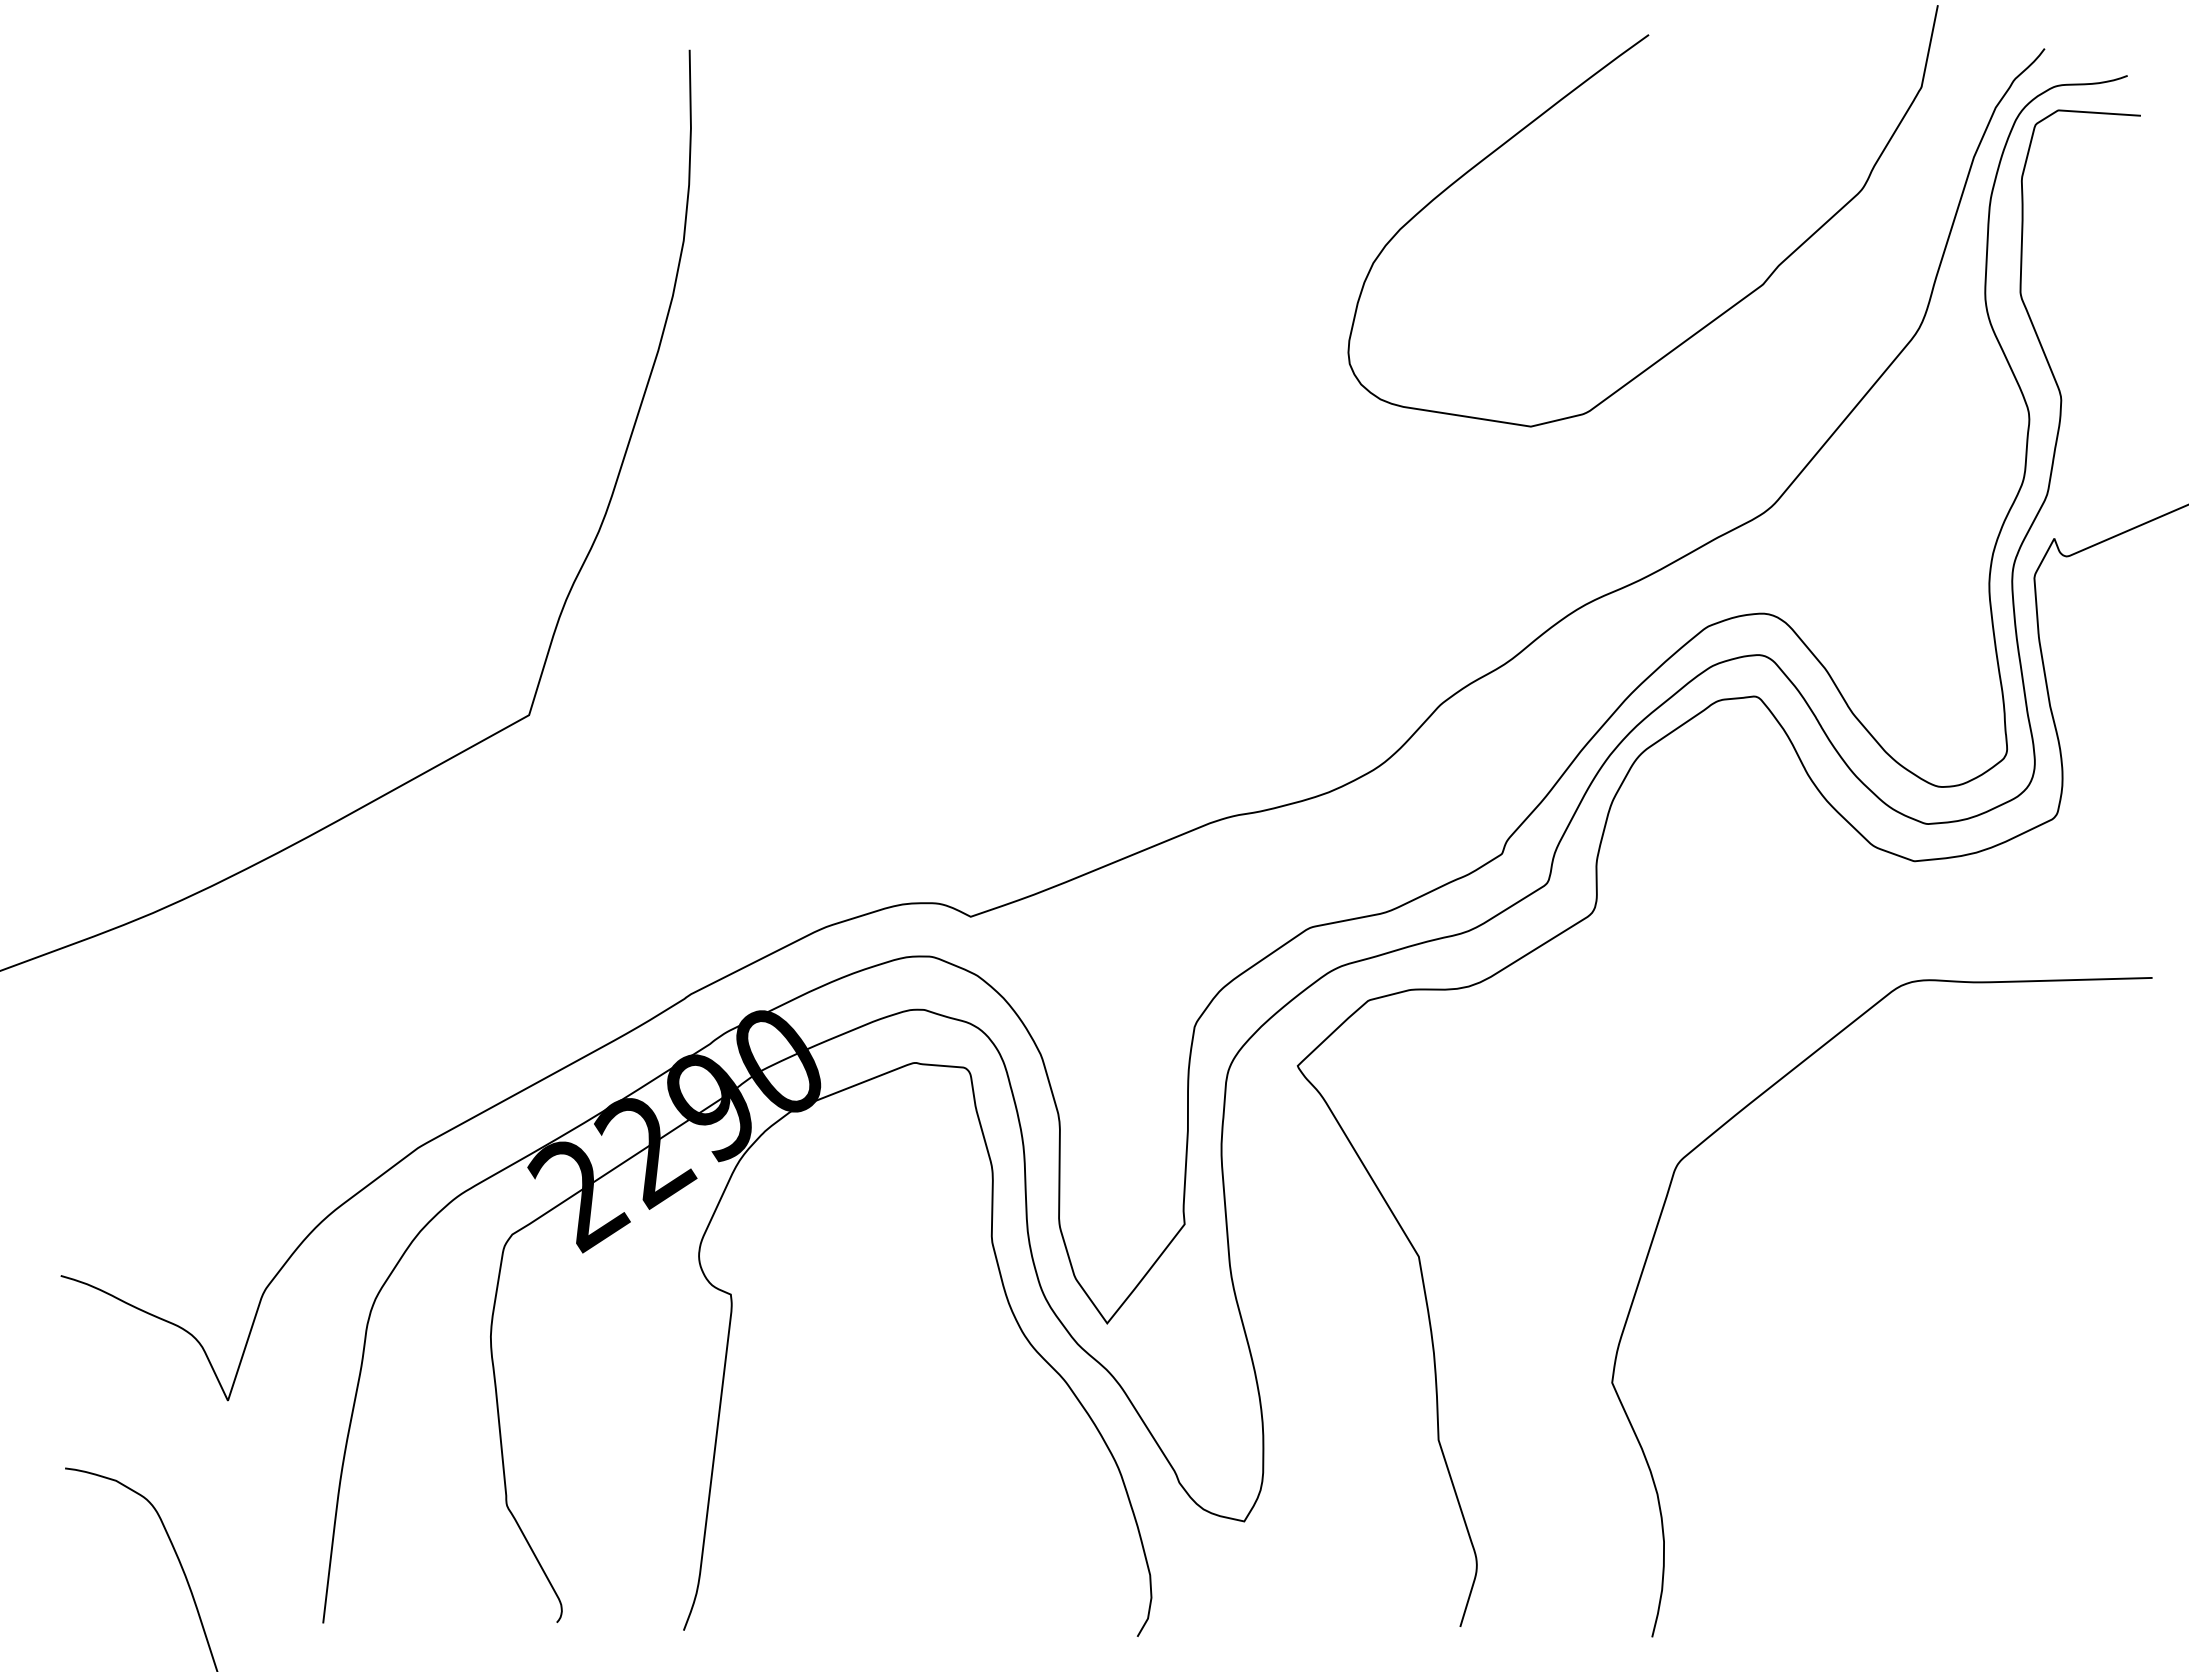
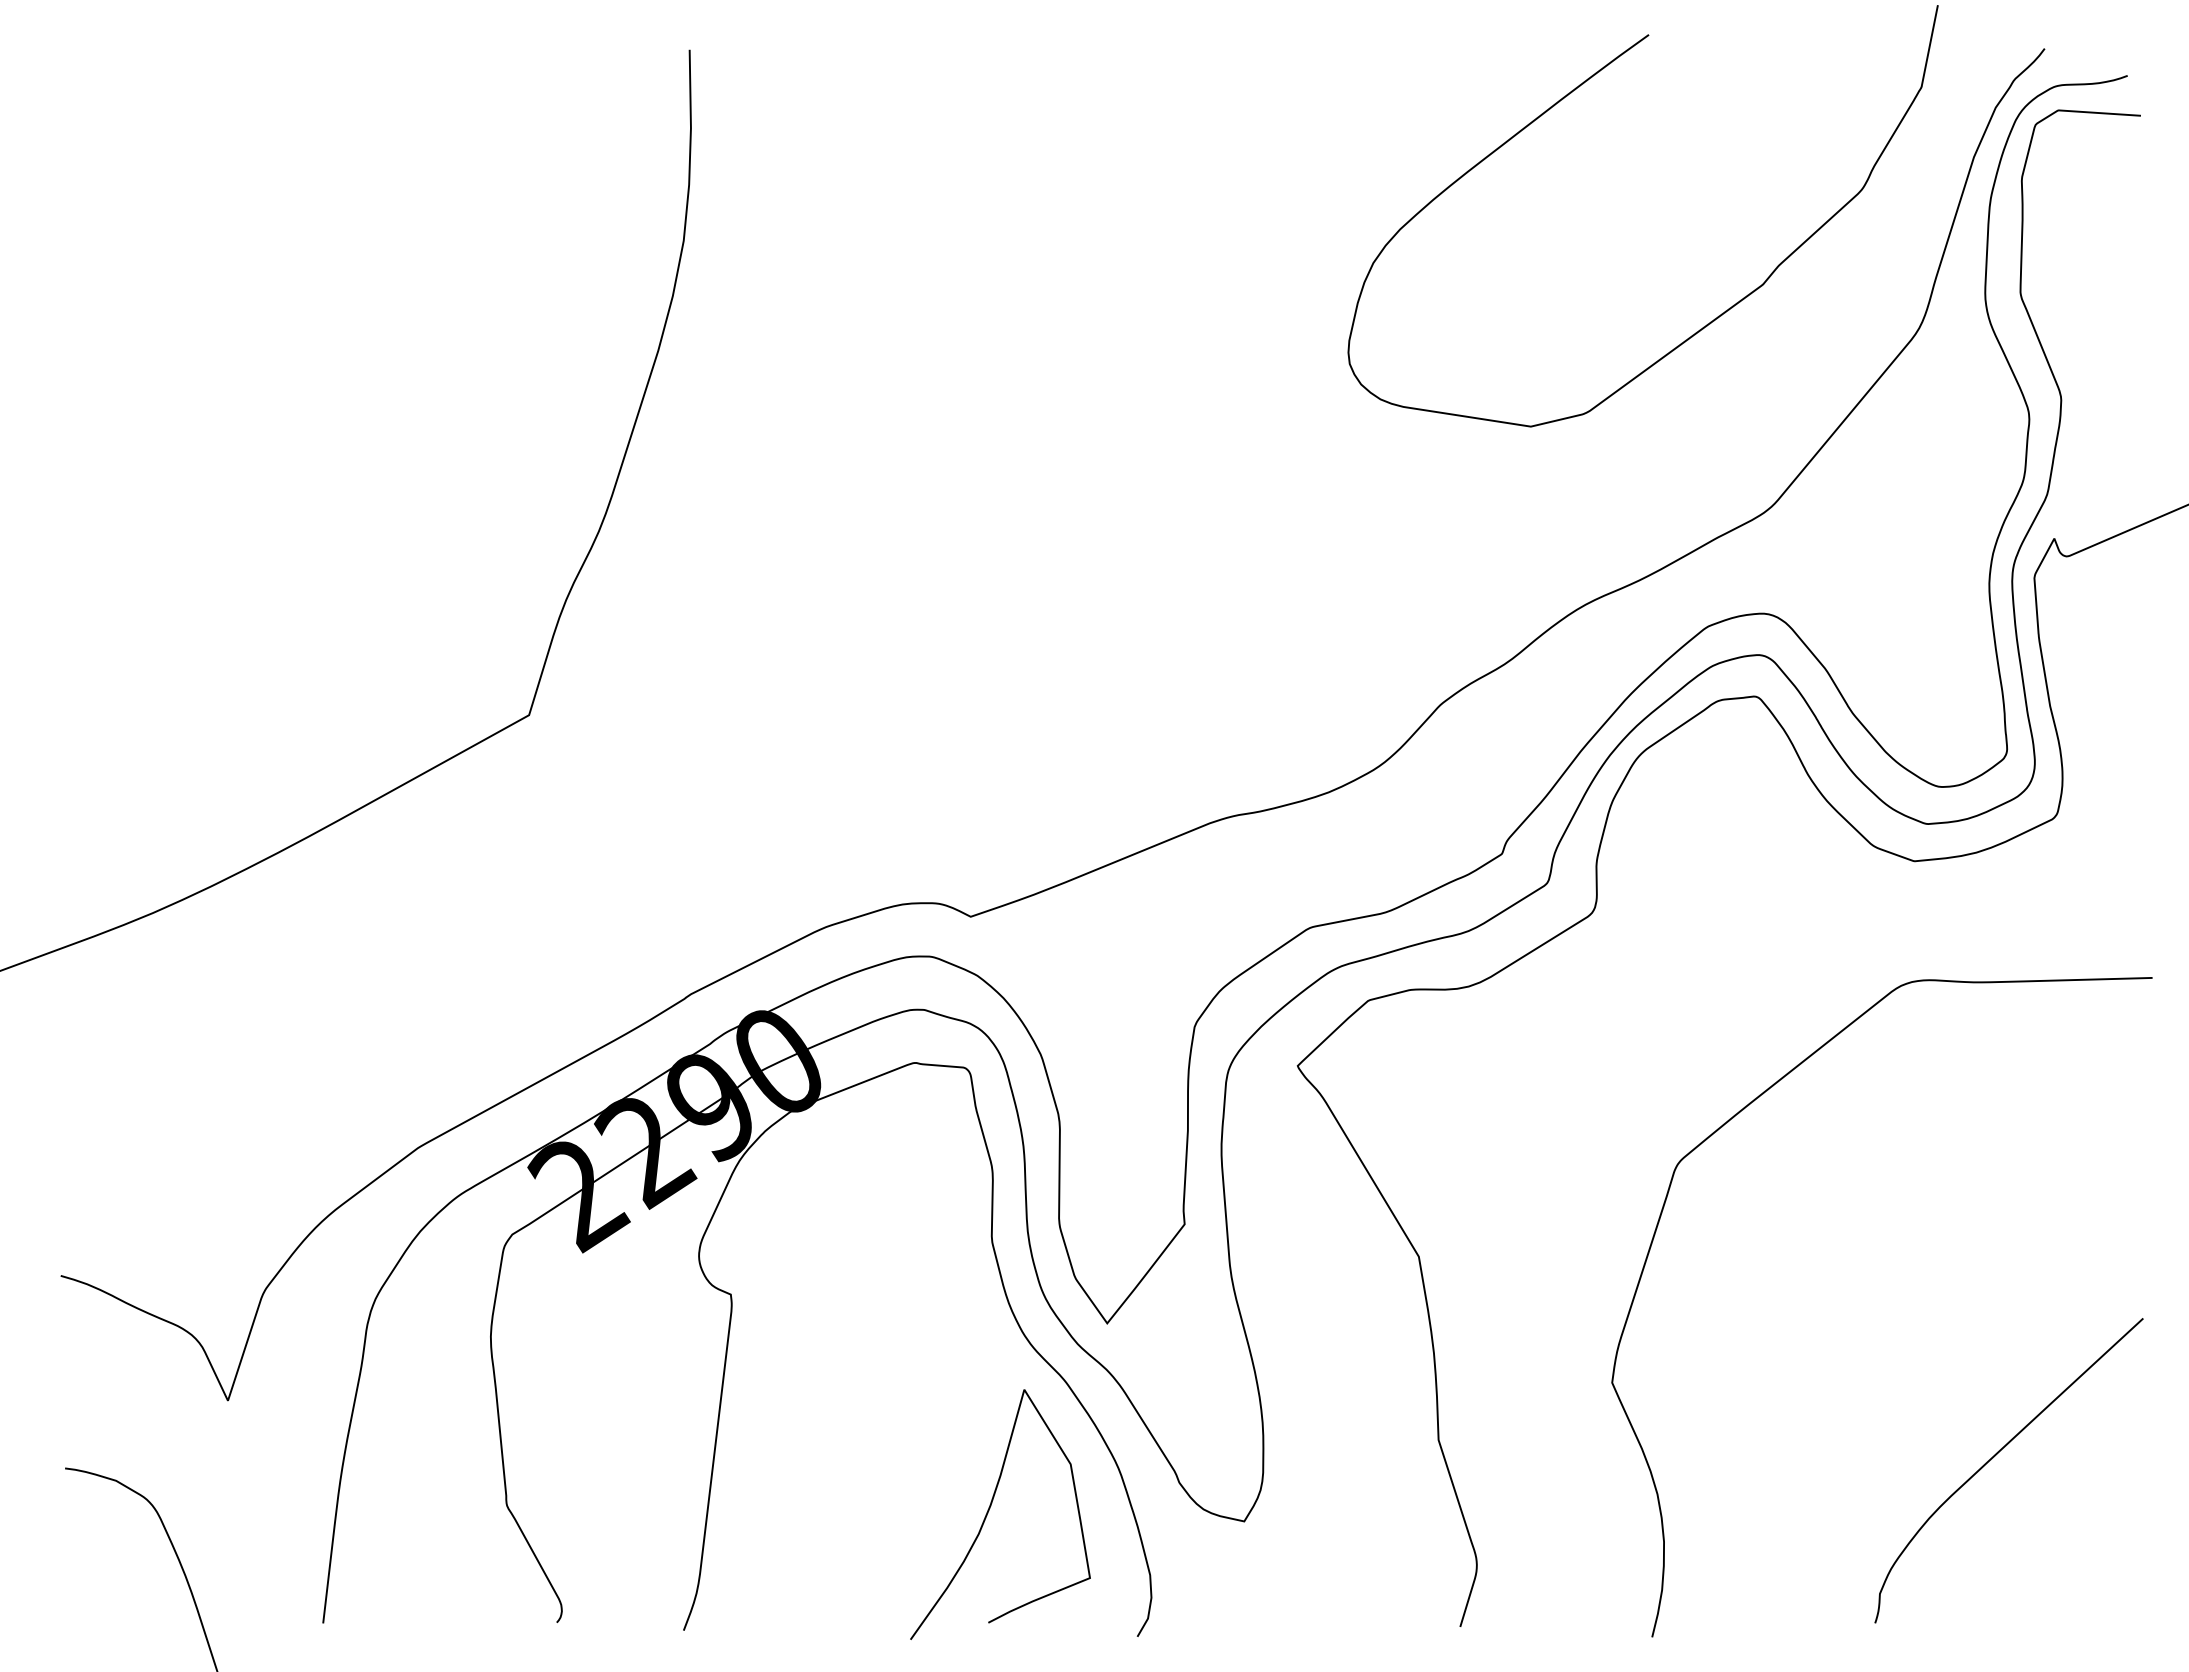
curve at (1995, 1456): none -> present
curve at (990, 1508): none -> present
